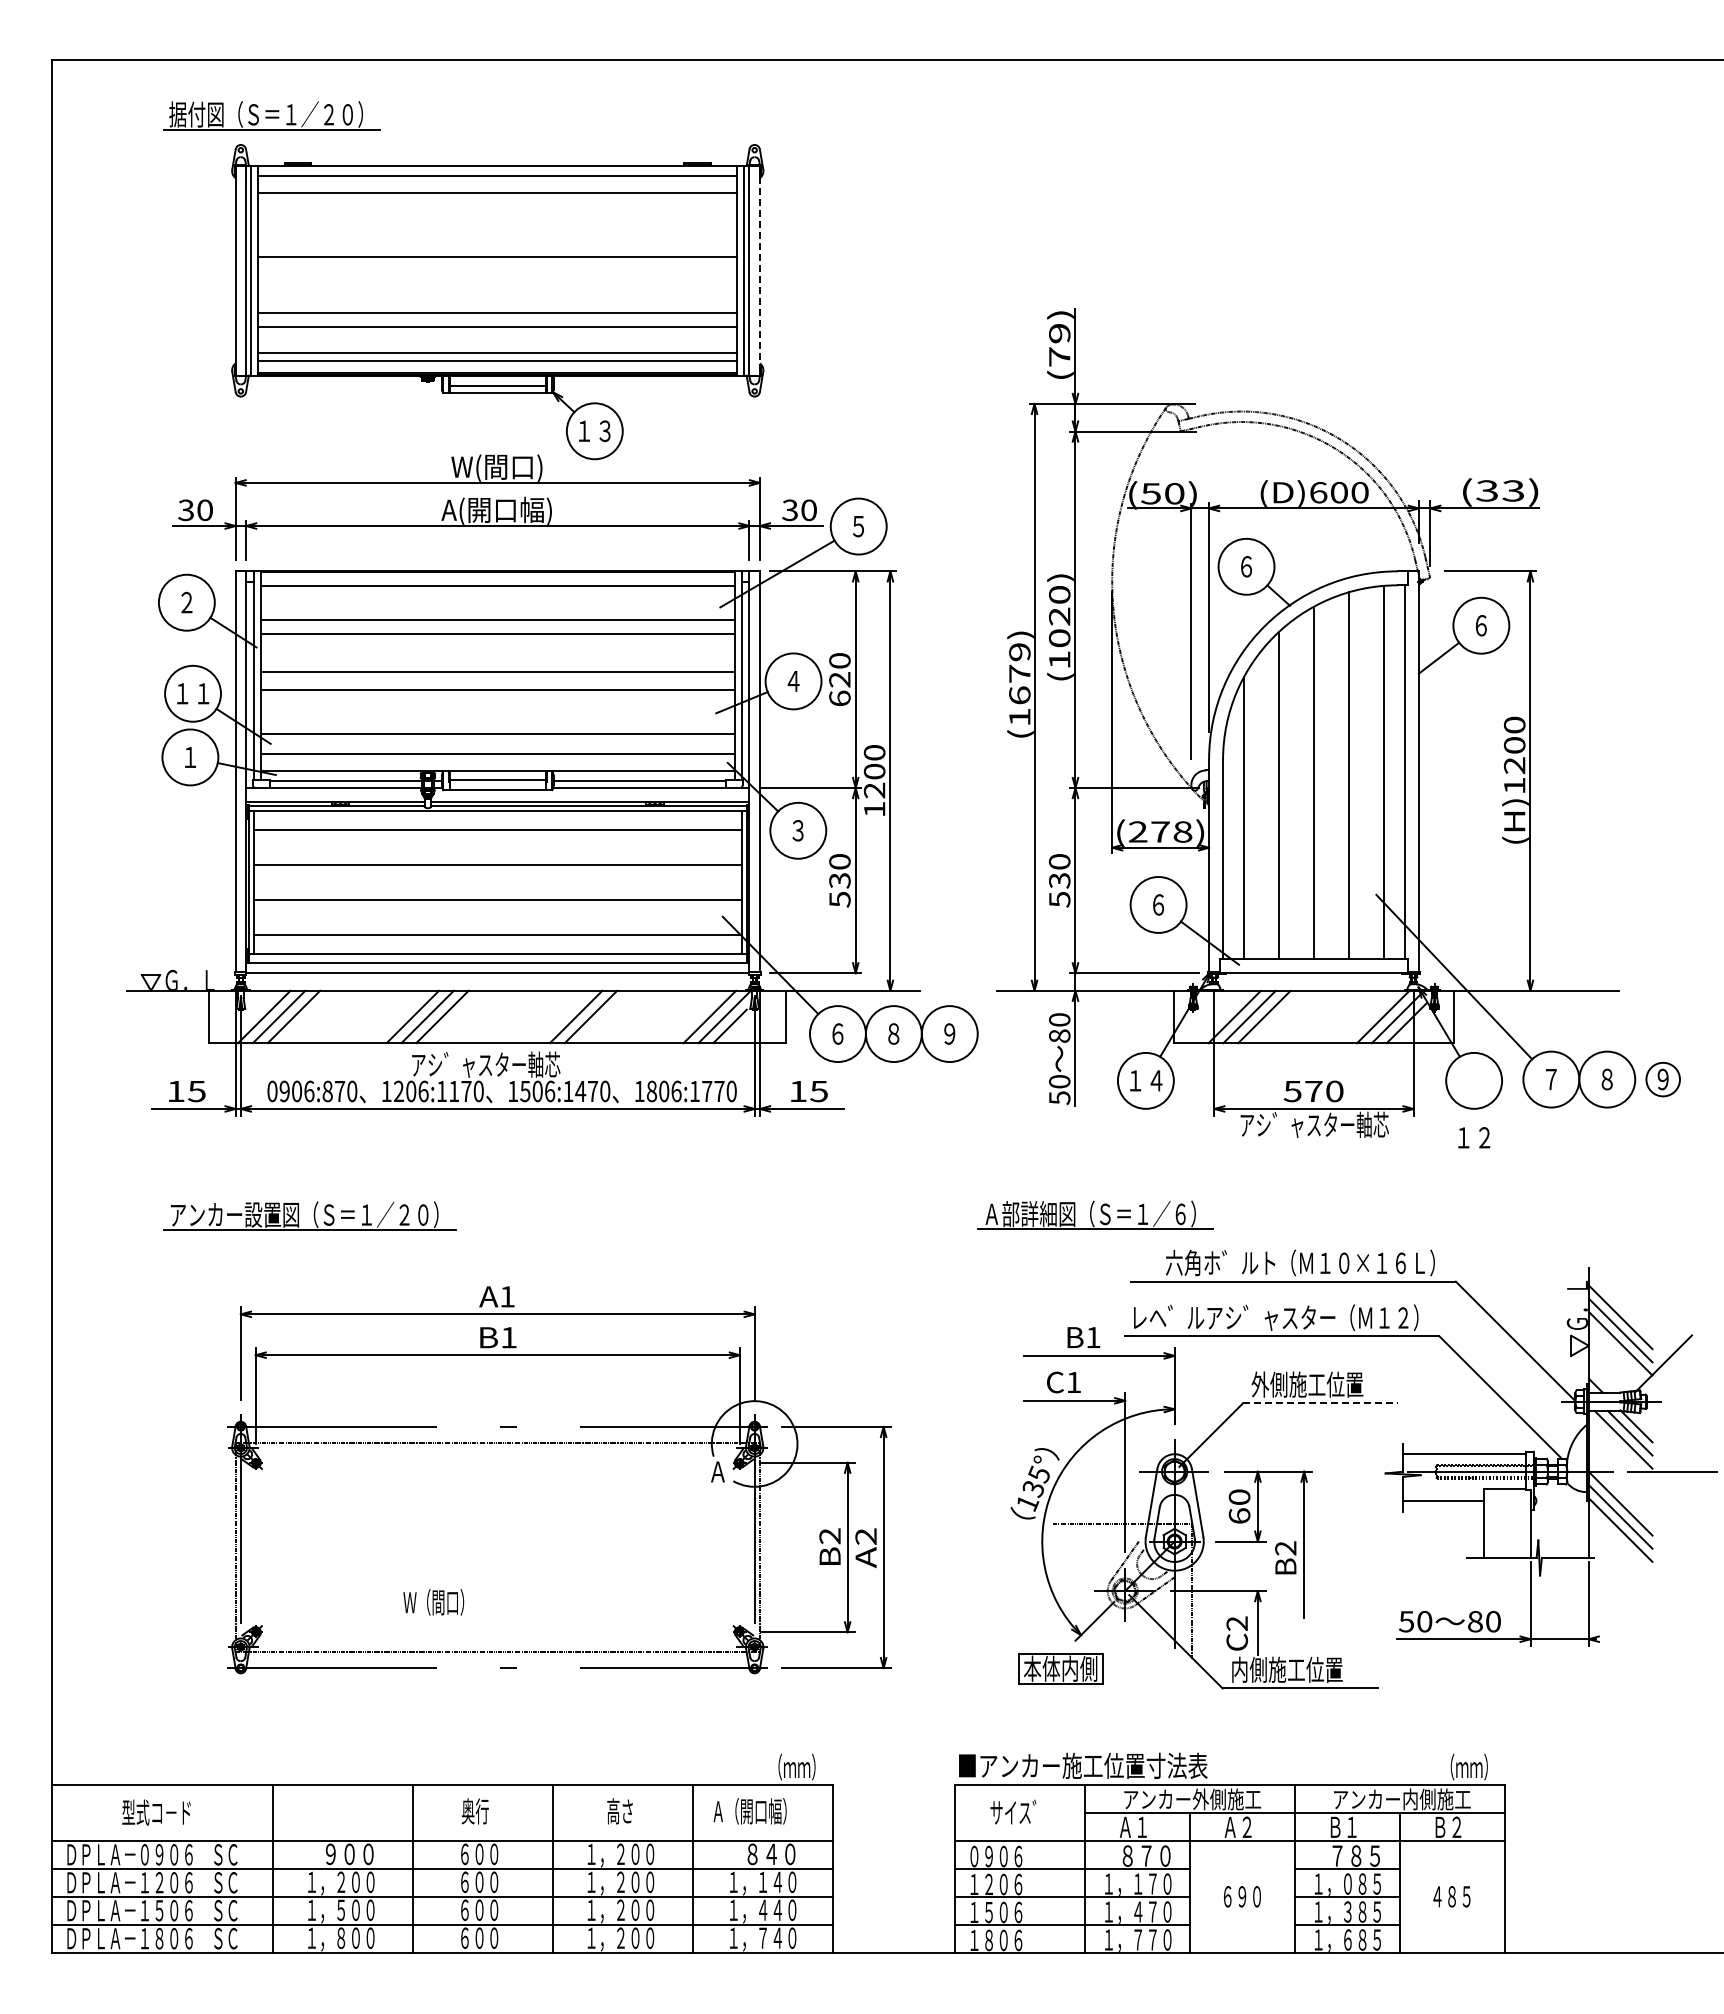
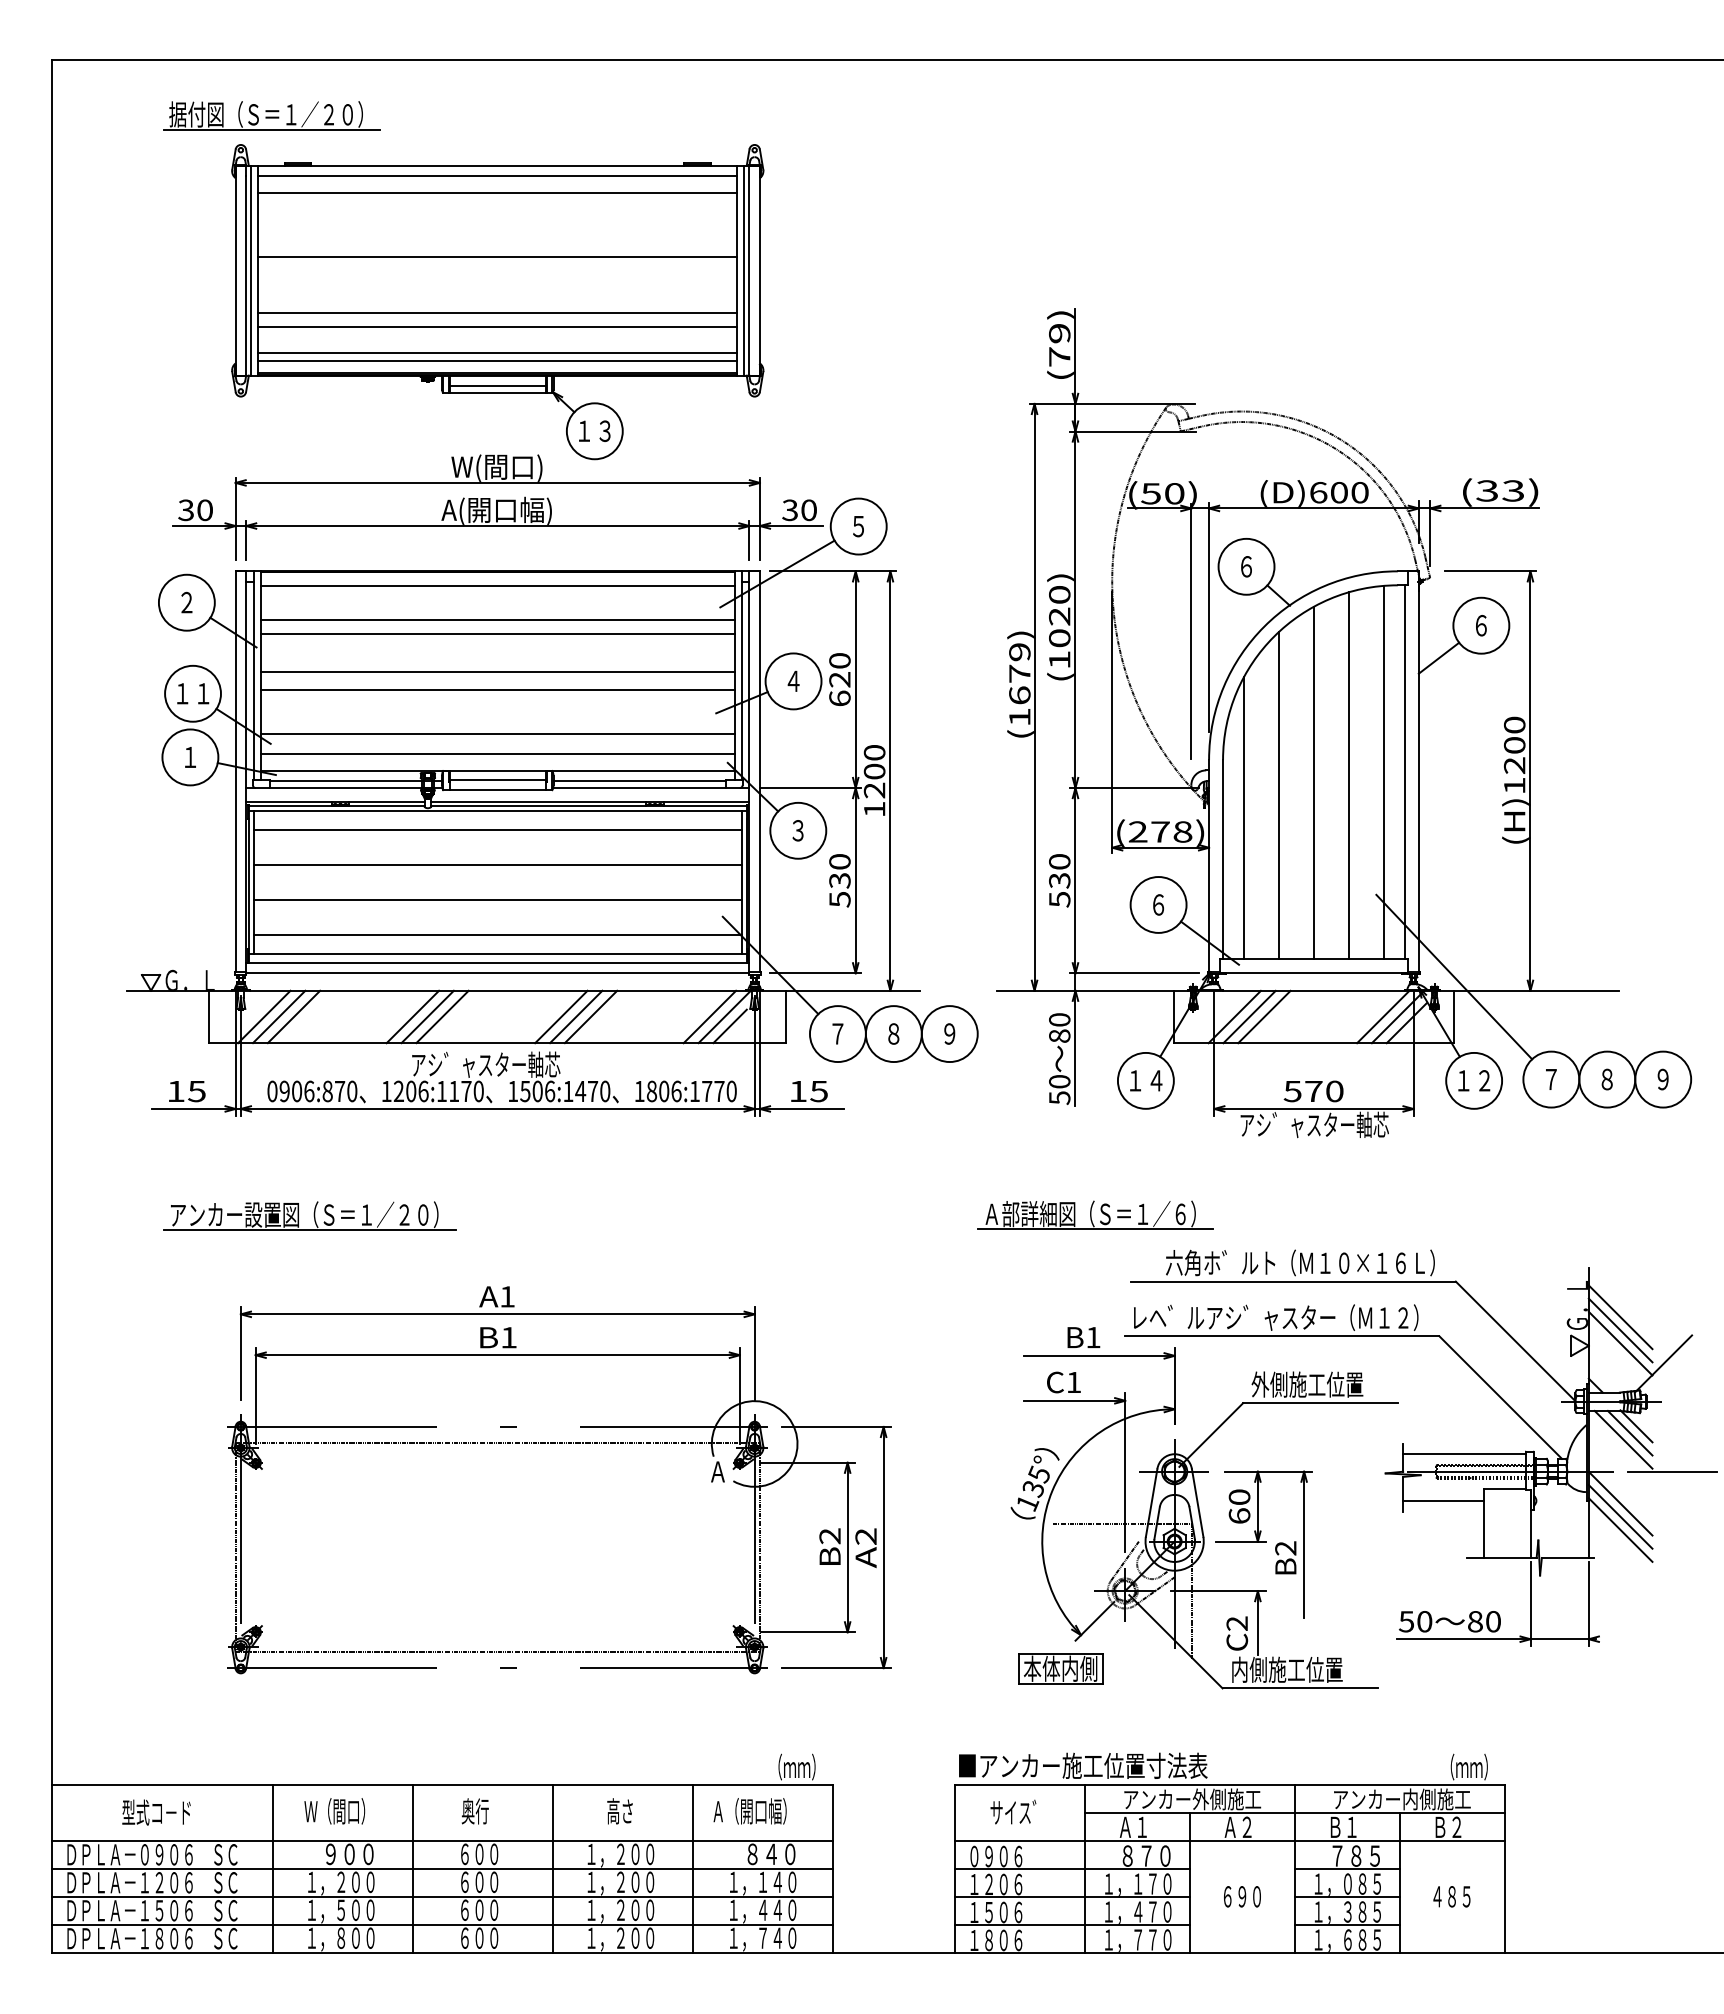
line at (759, 270): dashed -> solid
line at (561, 1016): none -> present
text at (837, 1033): ６ -> ７
circle at (1662, 1079) diameter: 34 px -> 56 px
text at (1474, 1137) position: (1474, 1137) -> (1474, 1080)
line at (1320, 1403): dashed -> solid
text at (433, 1602) position: (433, 1602) -> (334, 1811)
